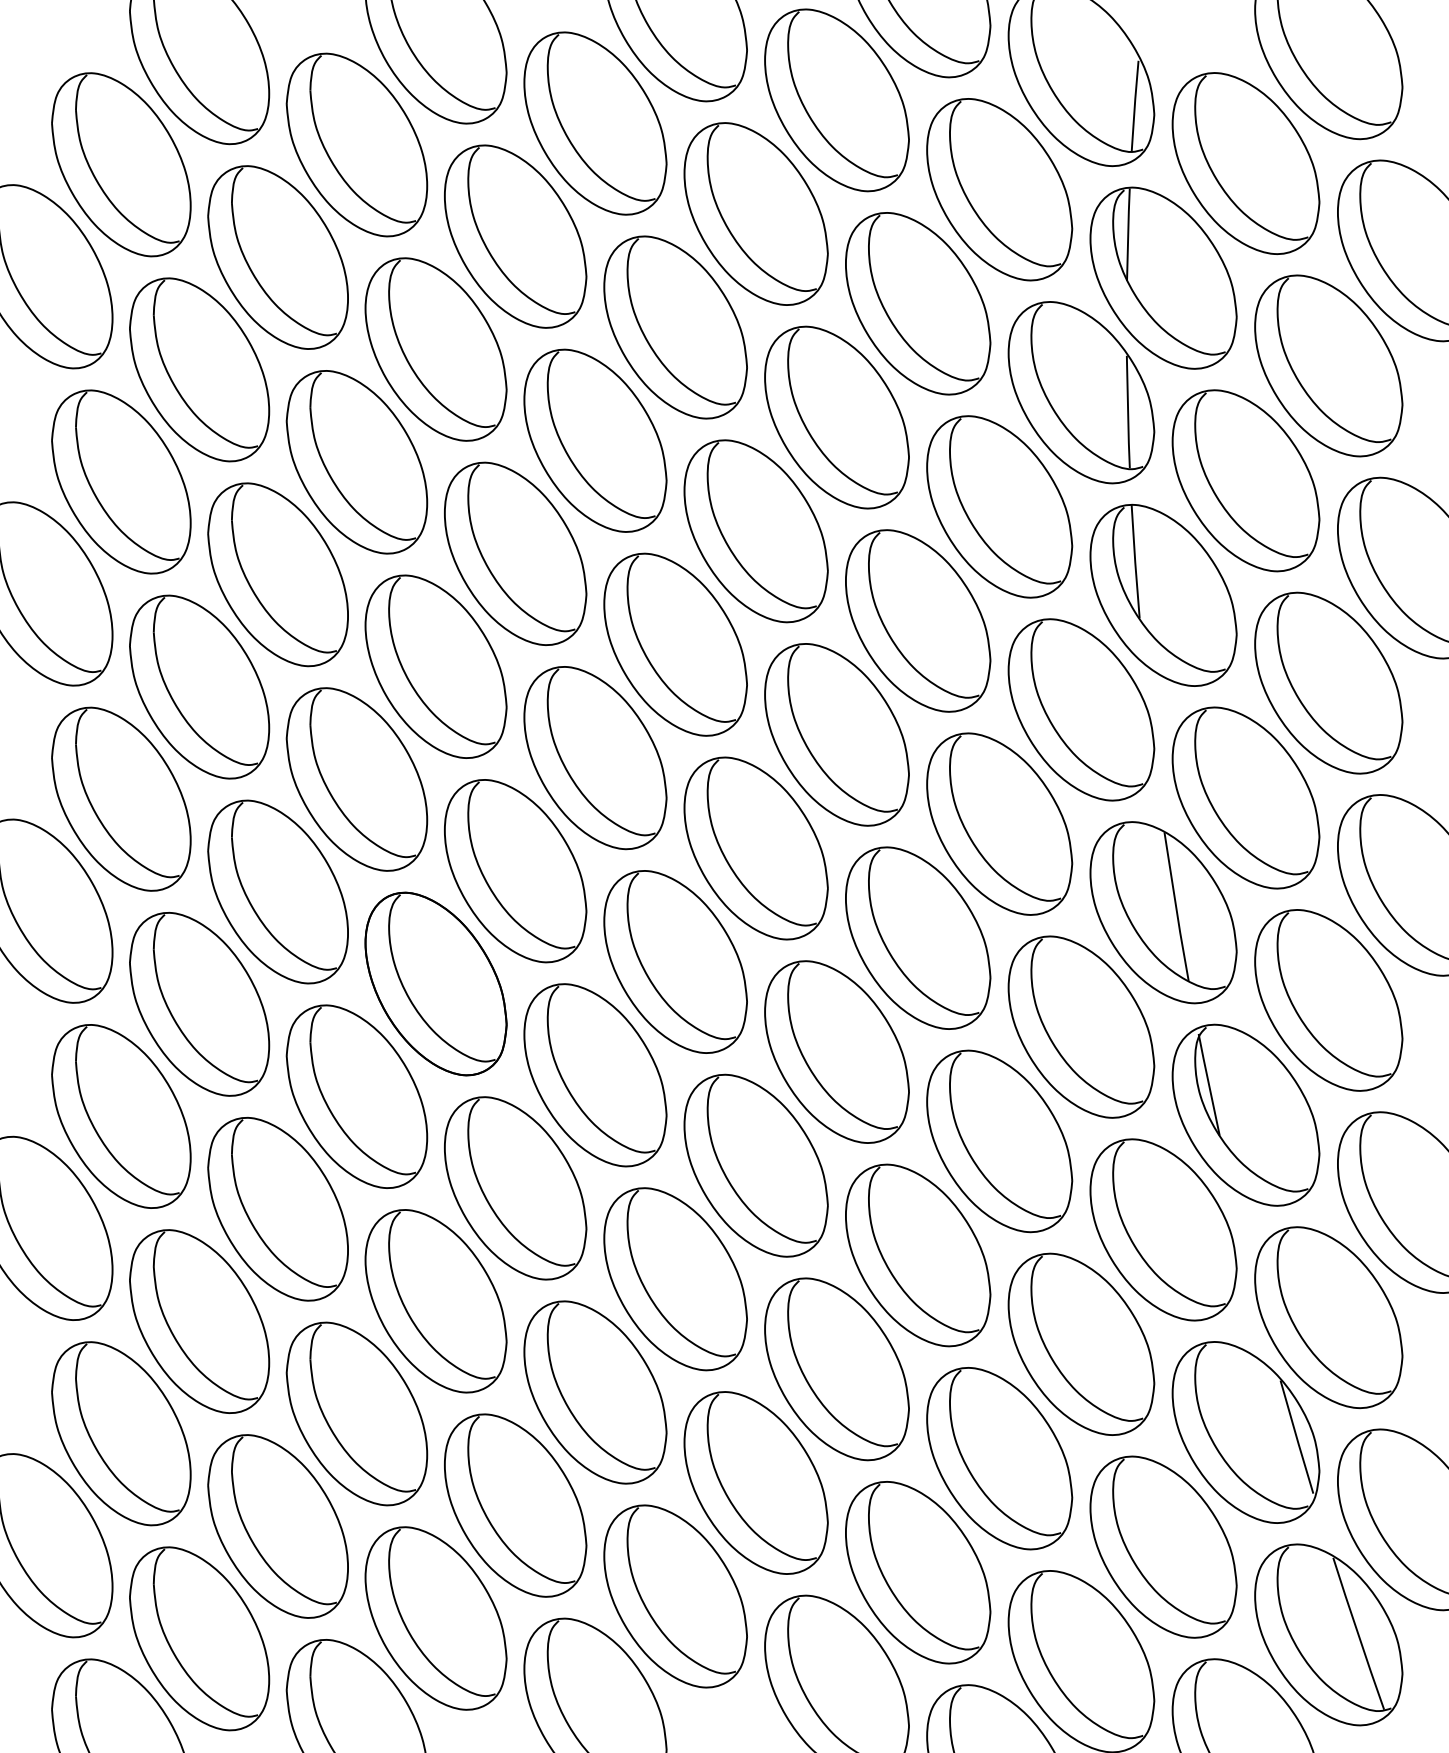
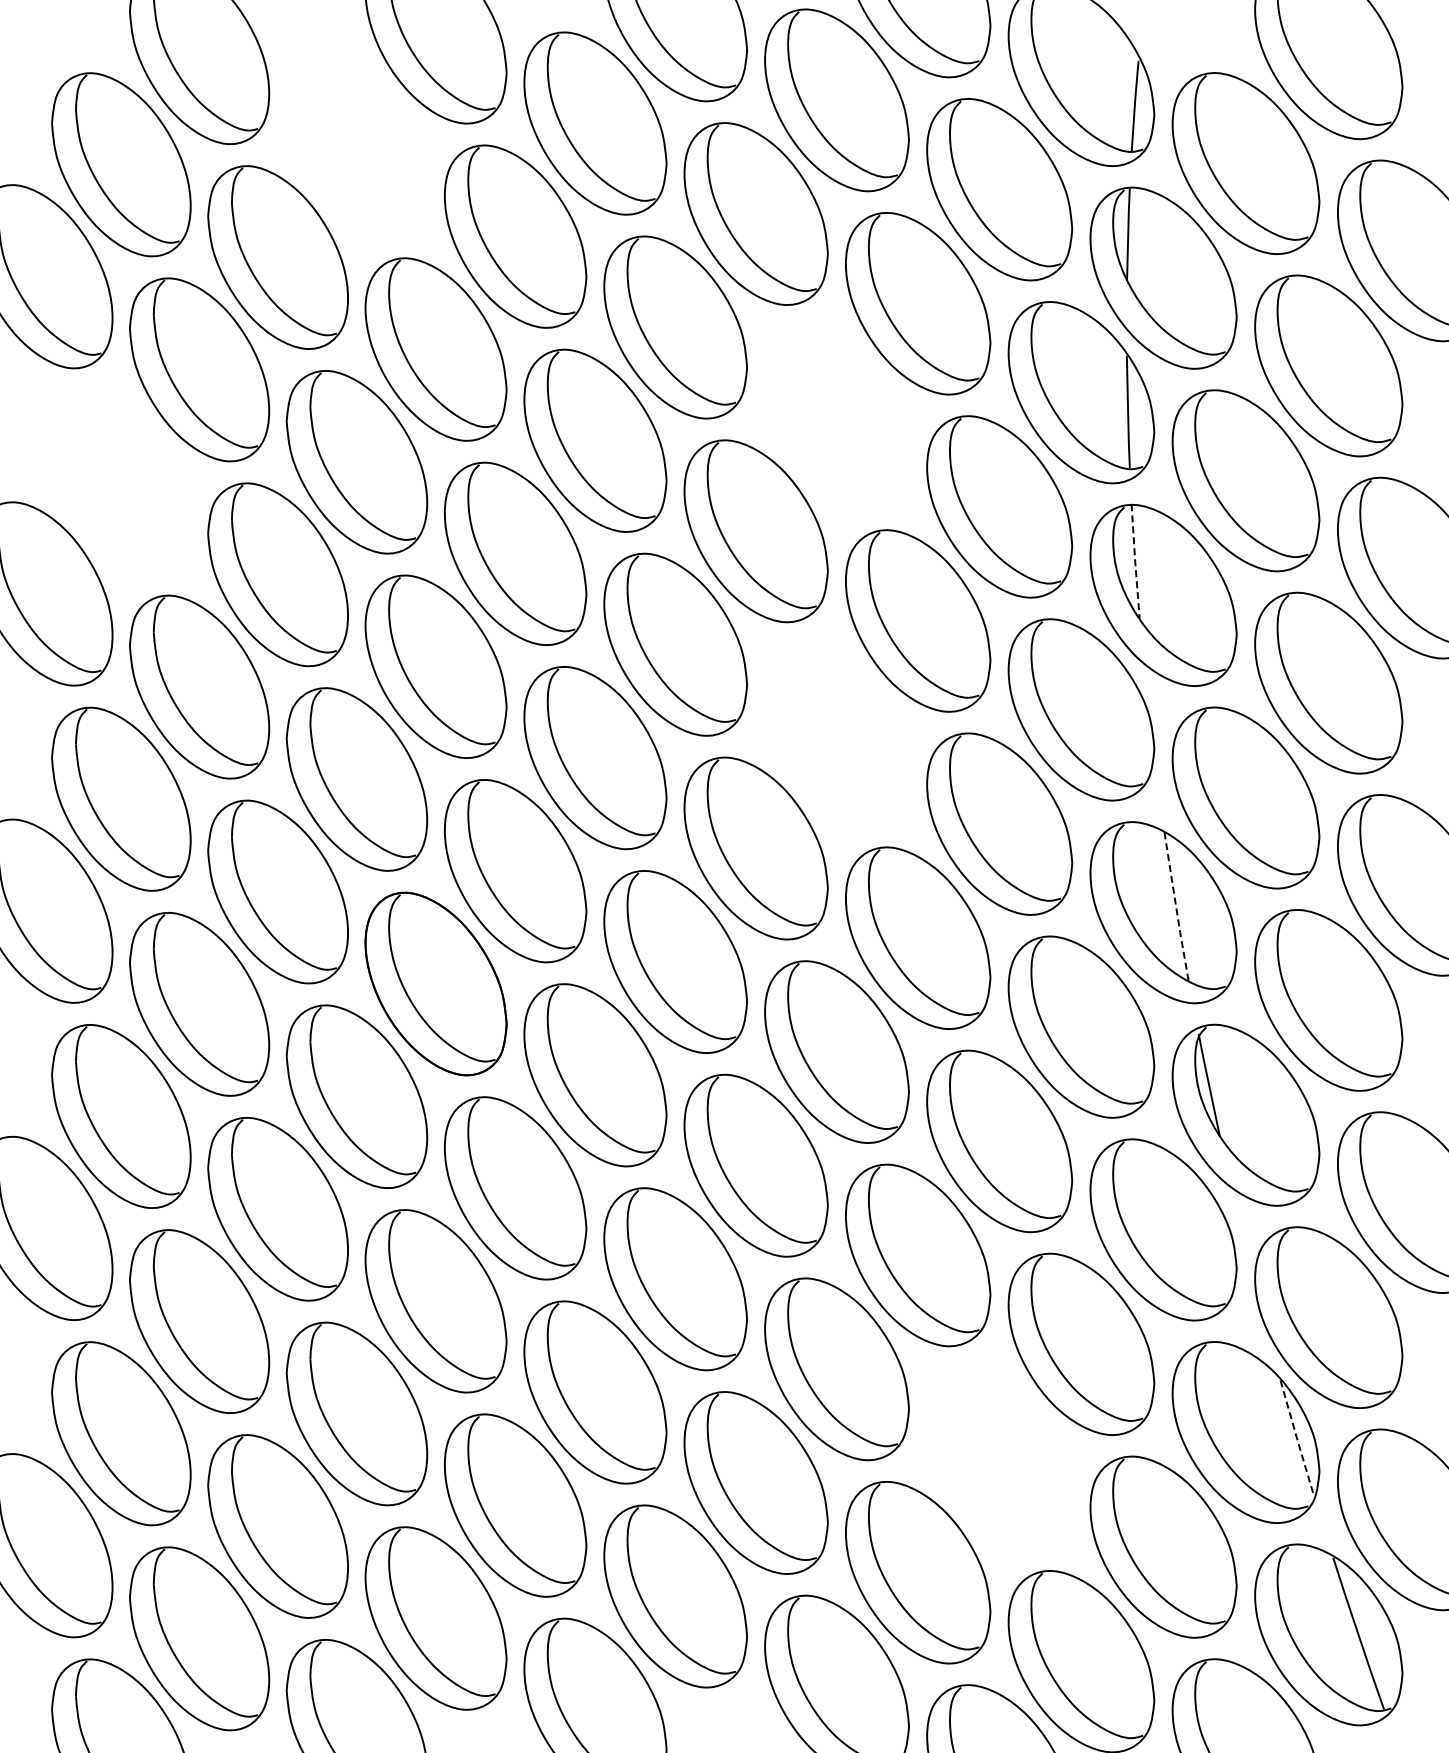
part at (356, 144): present -> none
part at (836, 417): present -> none
part at (121, 481): present -> none
line at (1135, 561): solid -> dashed
part at (836, 734): present -> none
line at (1176, 907): solid -> dashed
line at (1296, 1437): solid -> dashed
part at (999, 1458): present -> none
